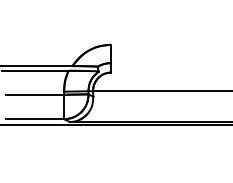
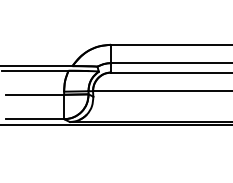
line at (170, 44): none -> present
line at (170, 63): none -> present
line at (170, 72): none -> present
